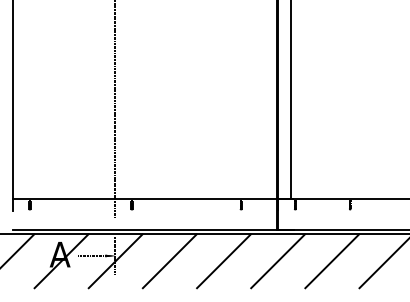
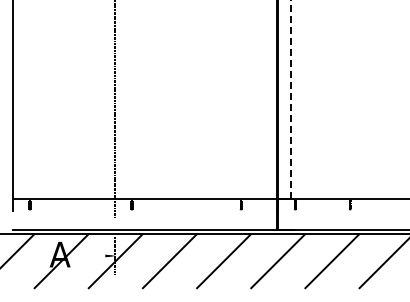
line at (290, 99): solid -> dashed
line at (90, 255): present -> none
